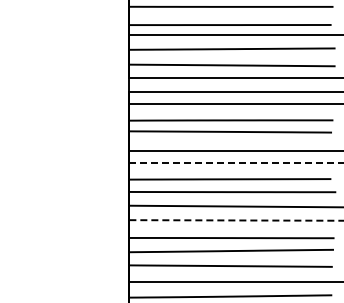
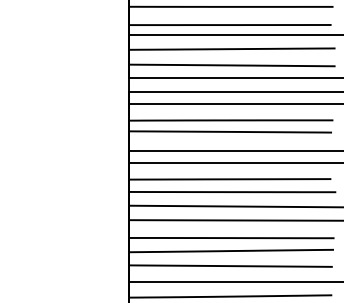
line at (237, 162): dashed -> solid
line at (236, 220): dashed -> solid
